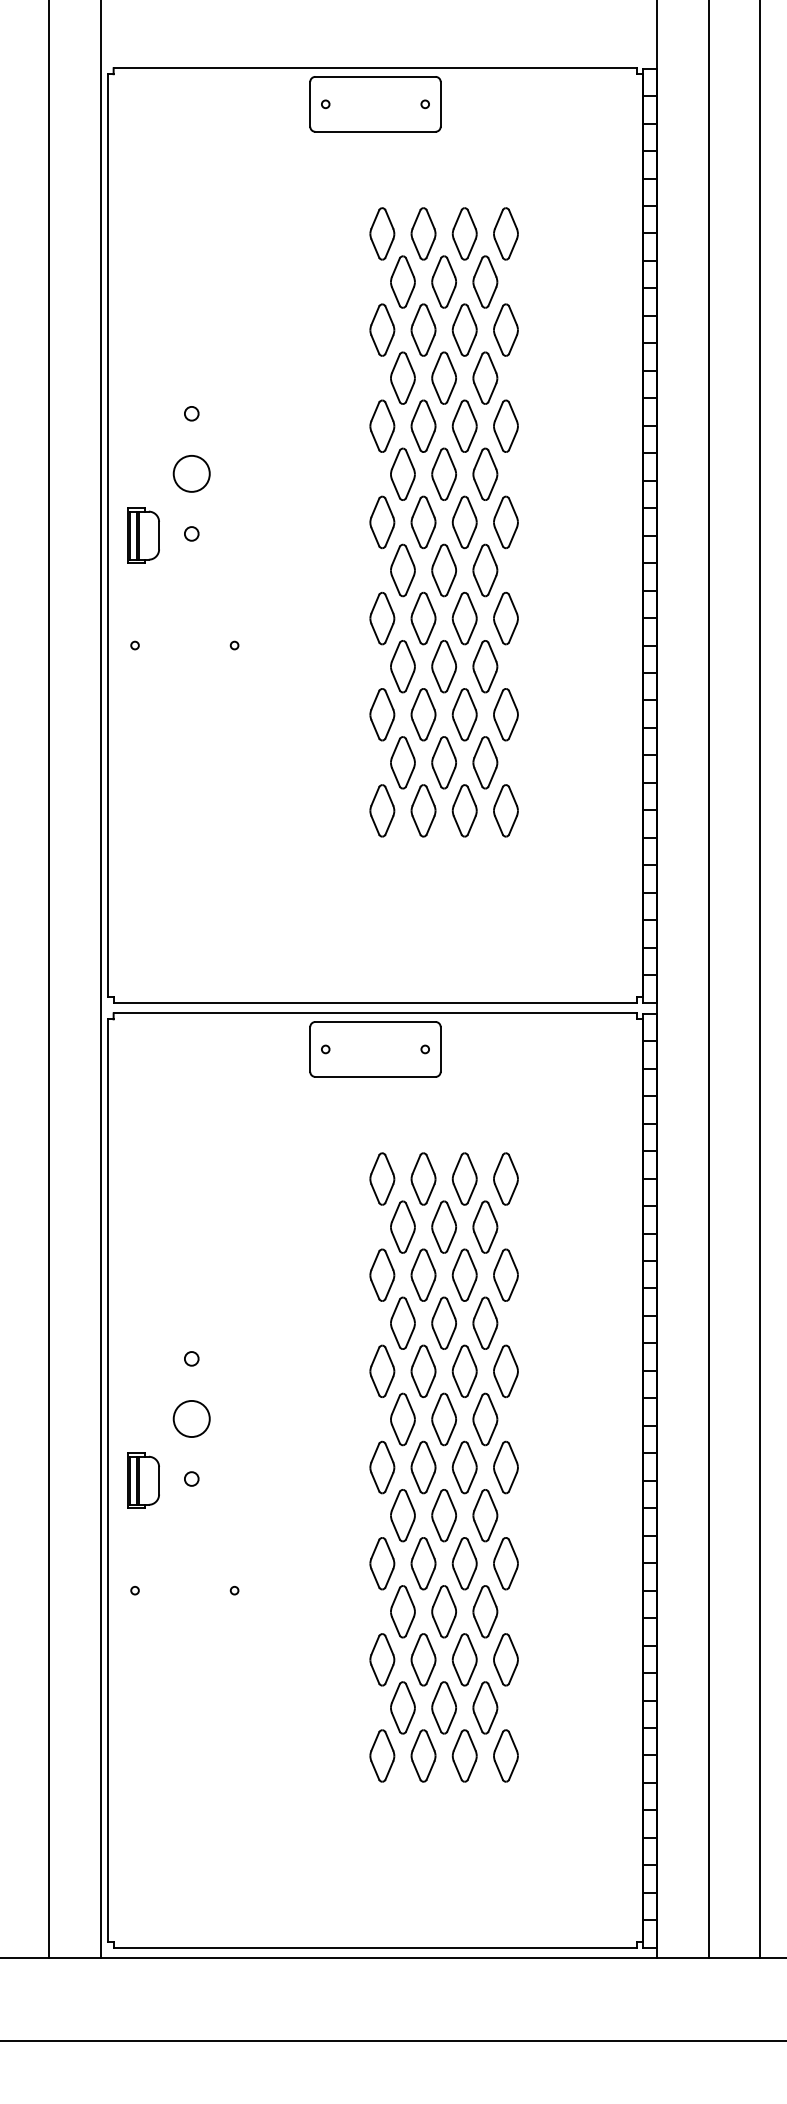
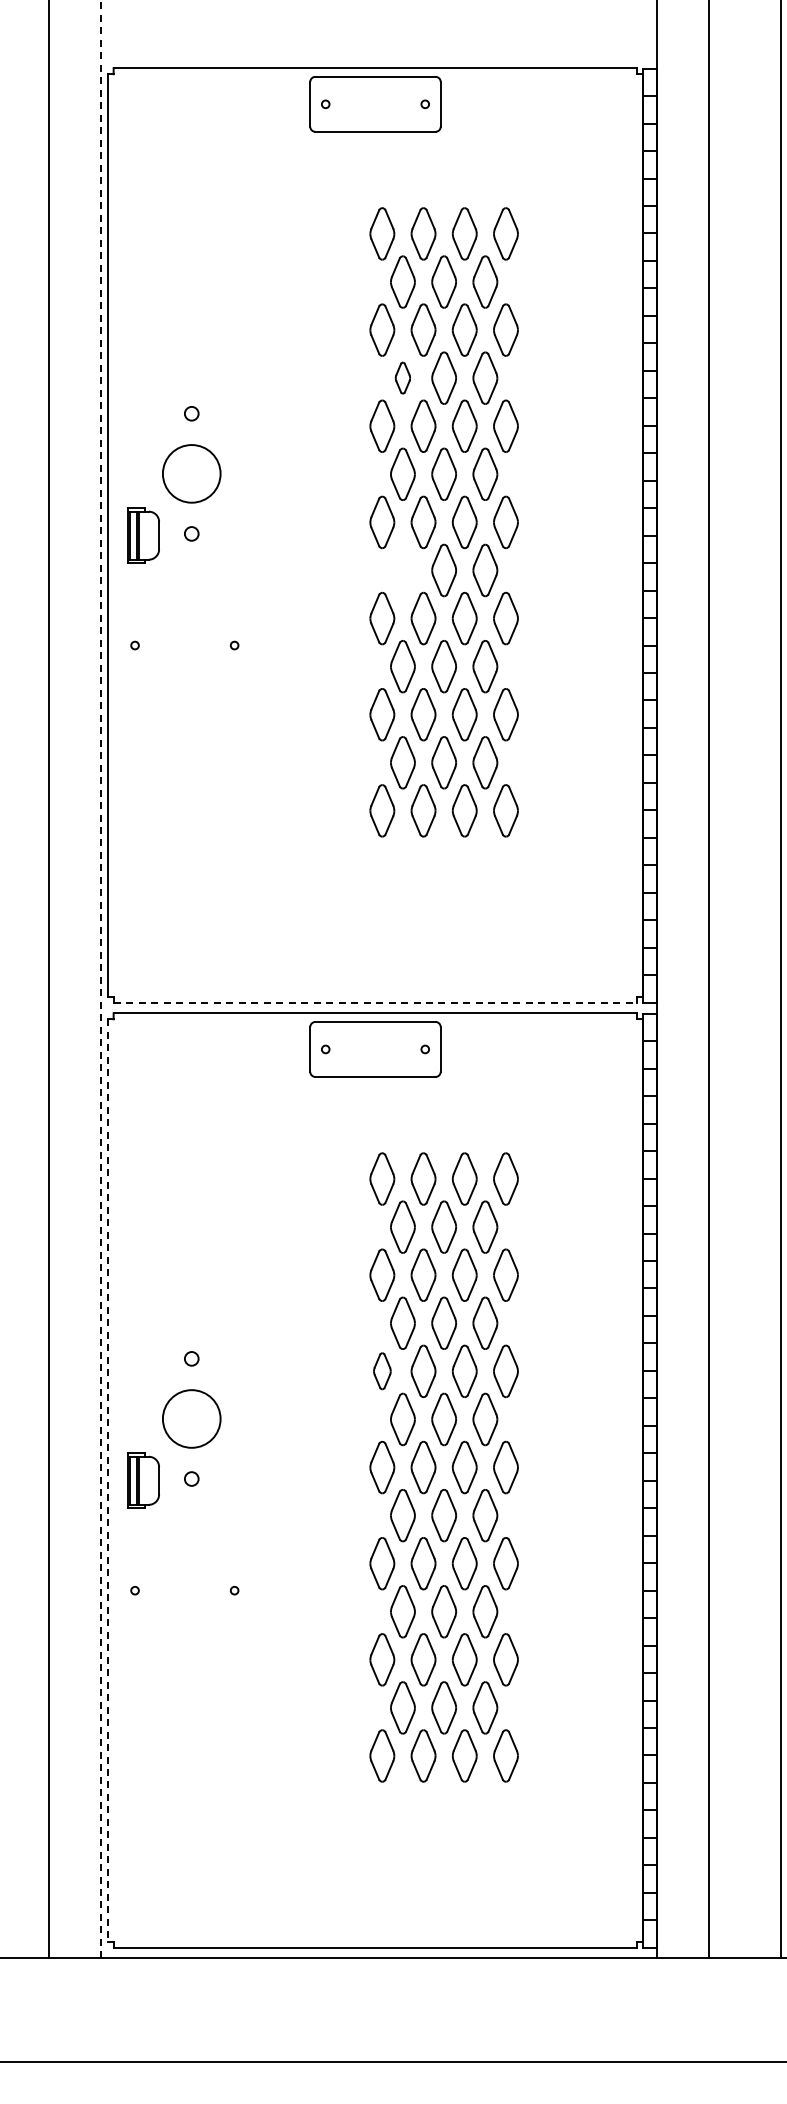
part at (402, 377) size: 26x54 px -> 17x34 px
circle at (191, 473) diameter: 36 px -> 58 px
part at (402, 570): present -> none
line at (100, 979): solid -> dashed
line at (760, 980) position: (760, 980) -> (781, 980)
line at (375, 1003): solid -> dashed
part at (382, 1370) size: 27x54 px -> 19x39 px
circle at (191, 1418) diameter: 36 px -> 58 px
line at (107, 1481): solid -> dashed
line at (392, 2040) position: (392, 2040) -> (392, 2061)
